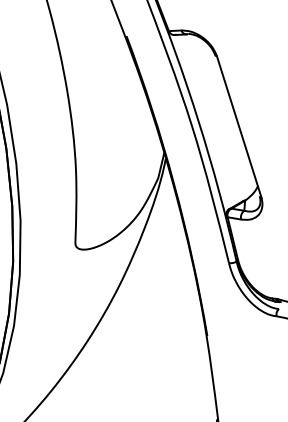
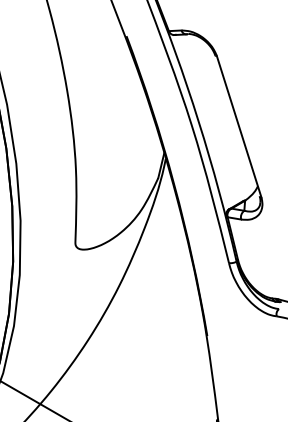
line at (33, 400): none -> present
